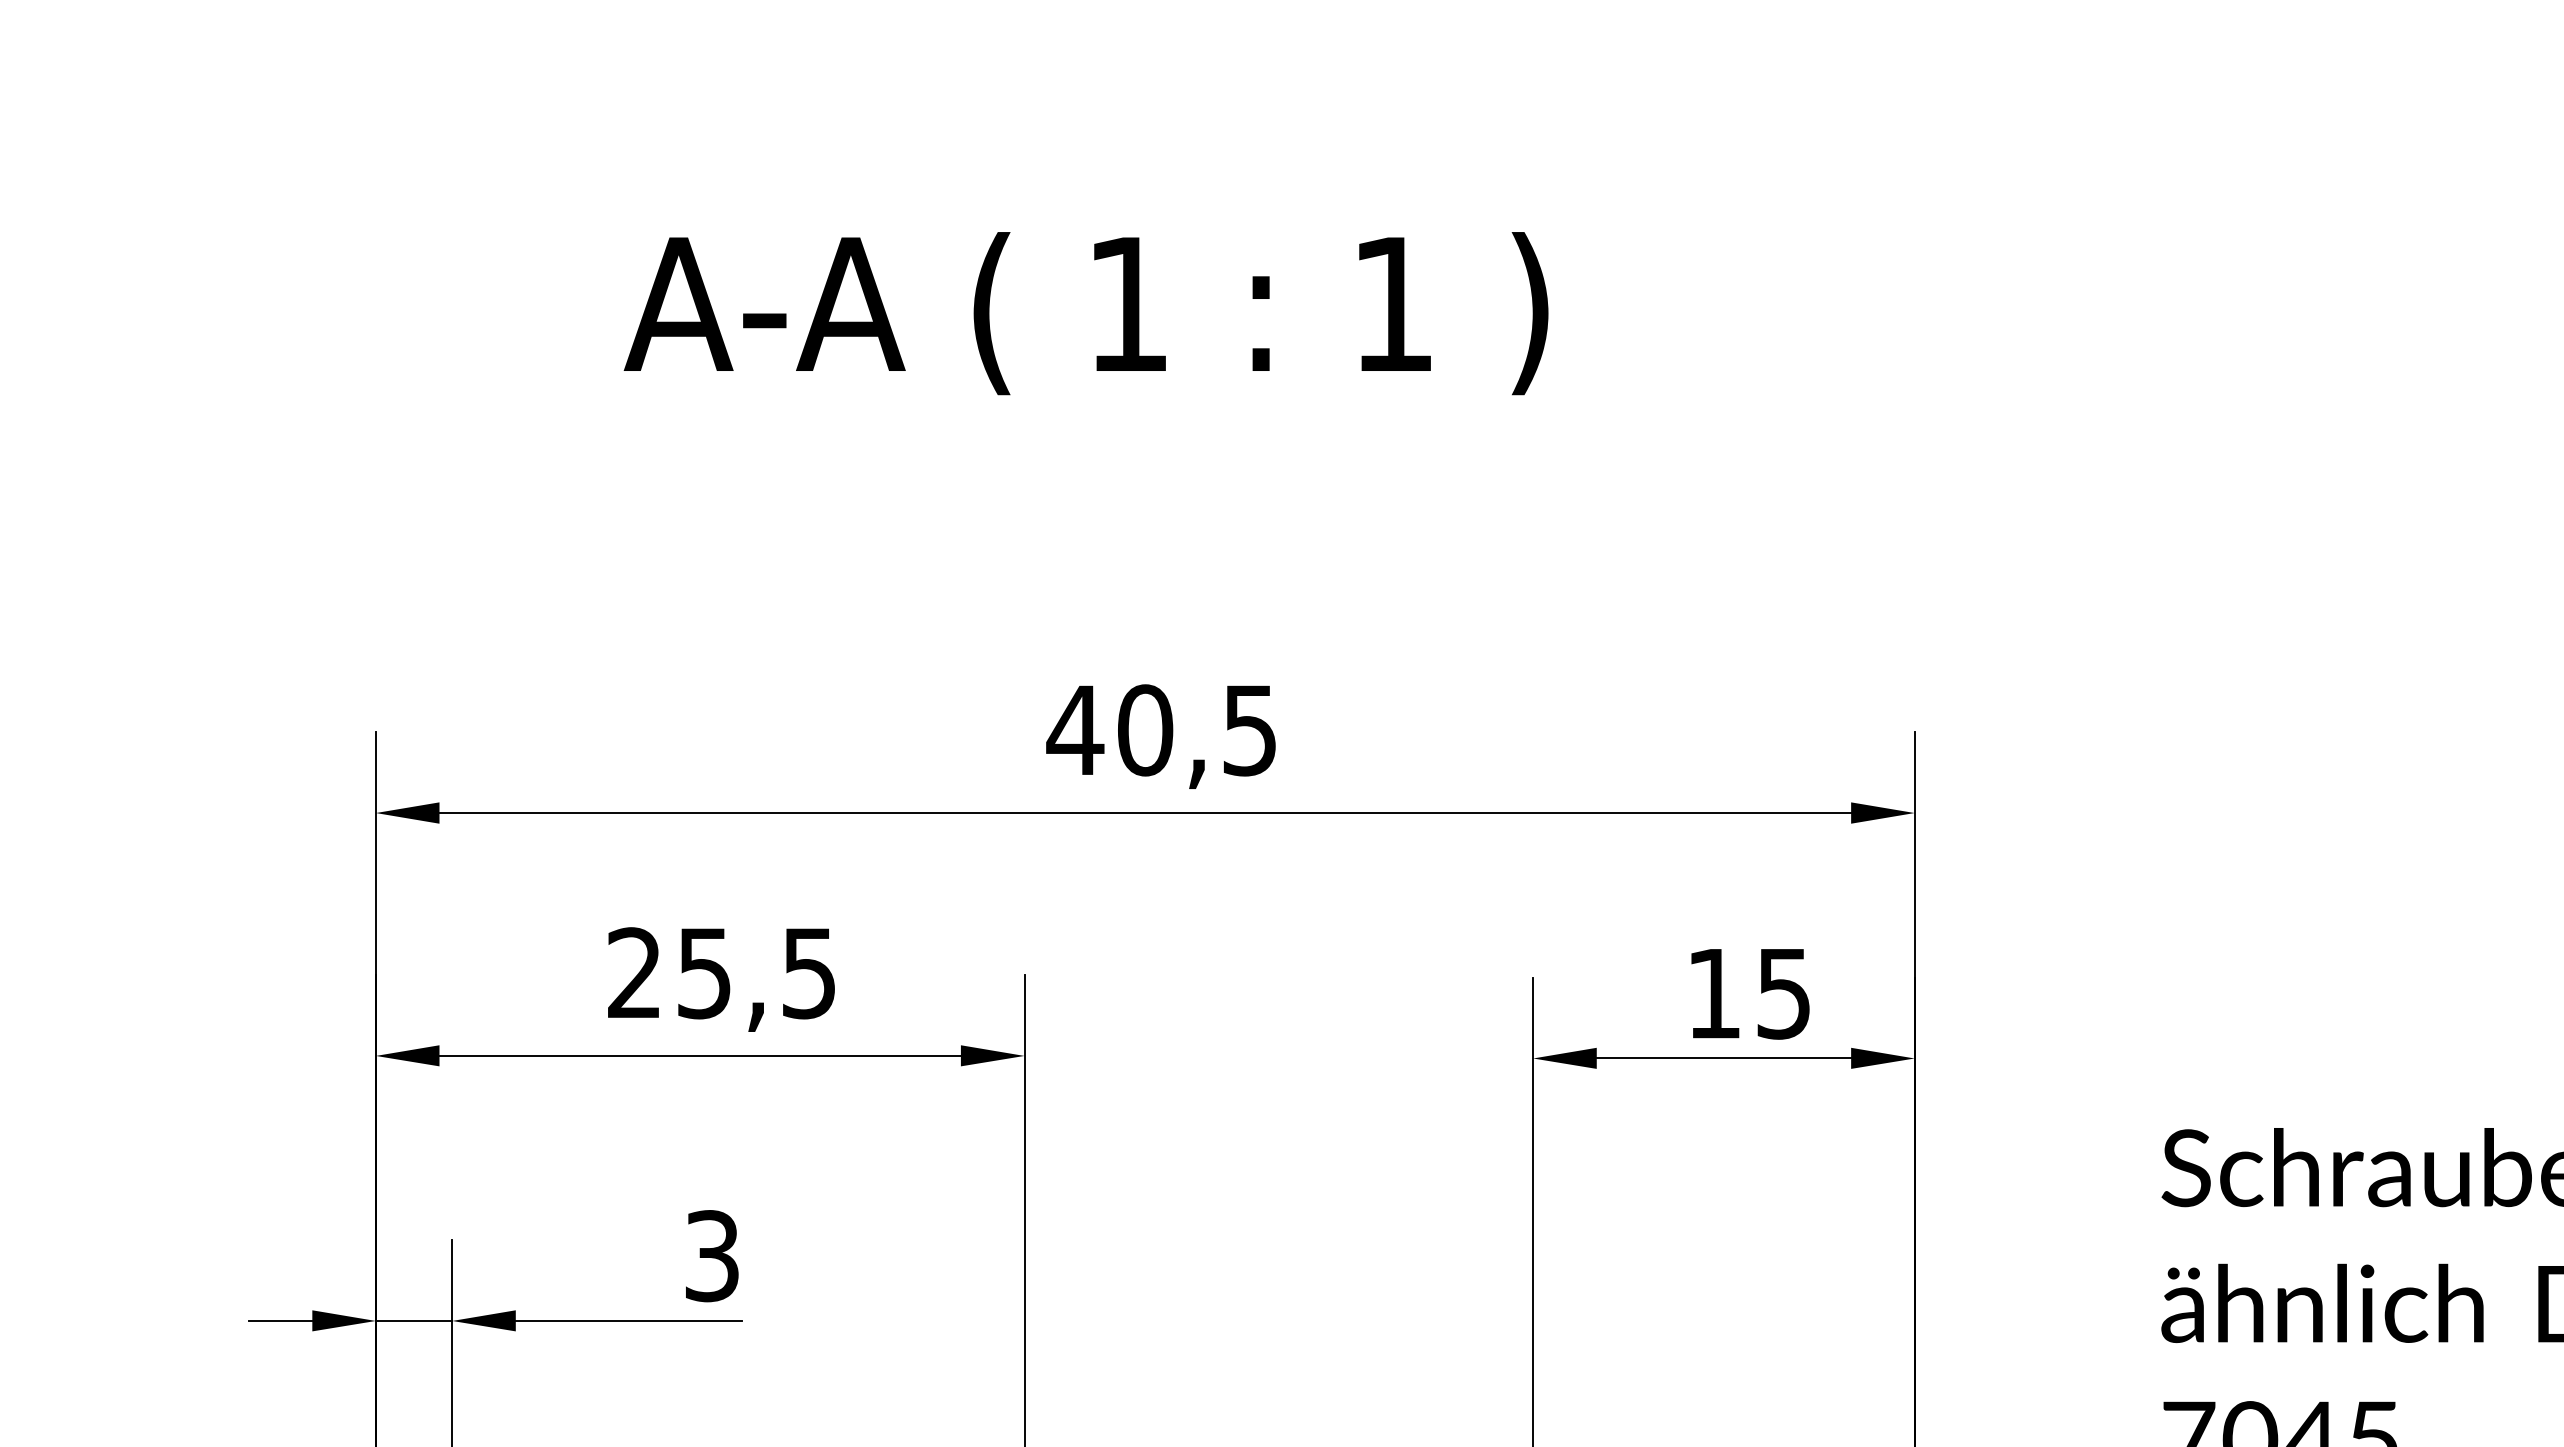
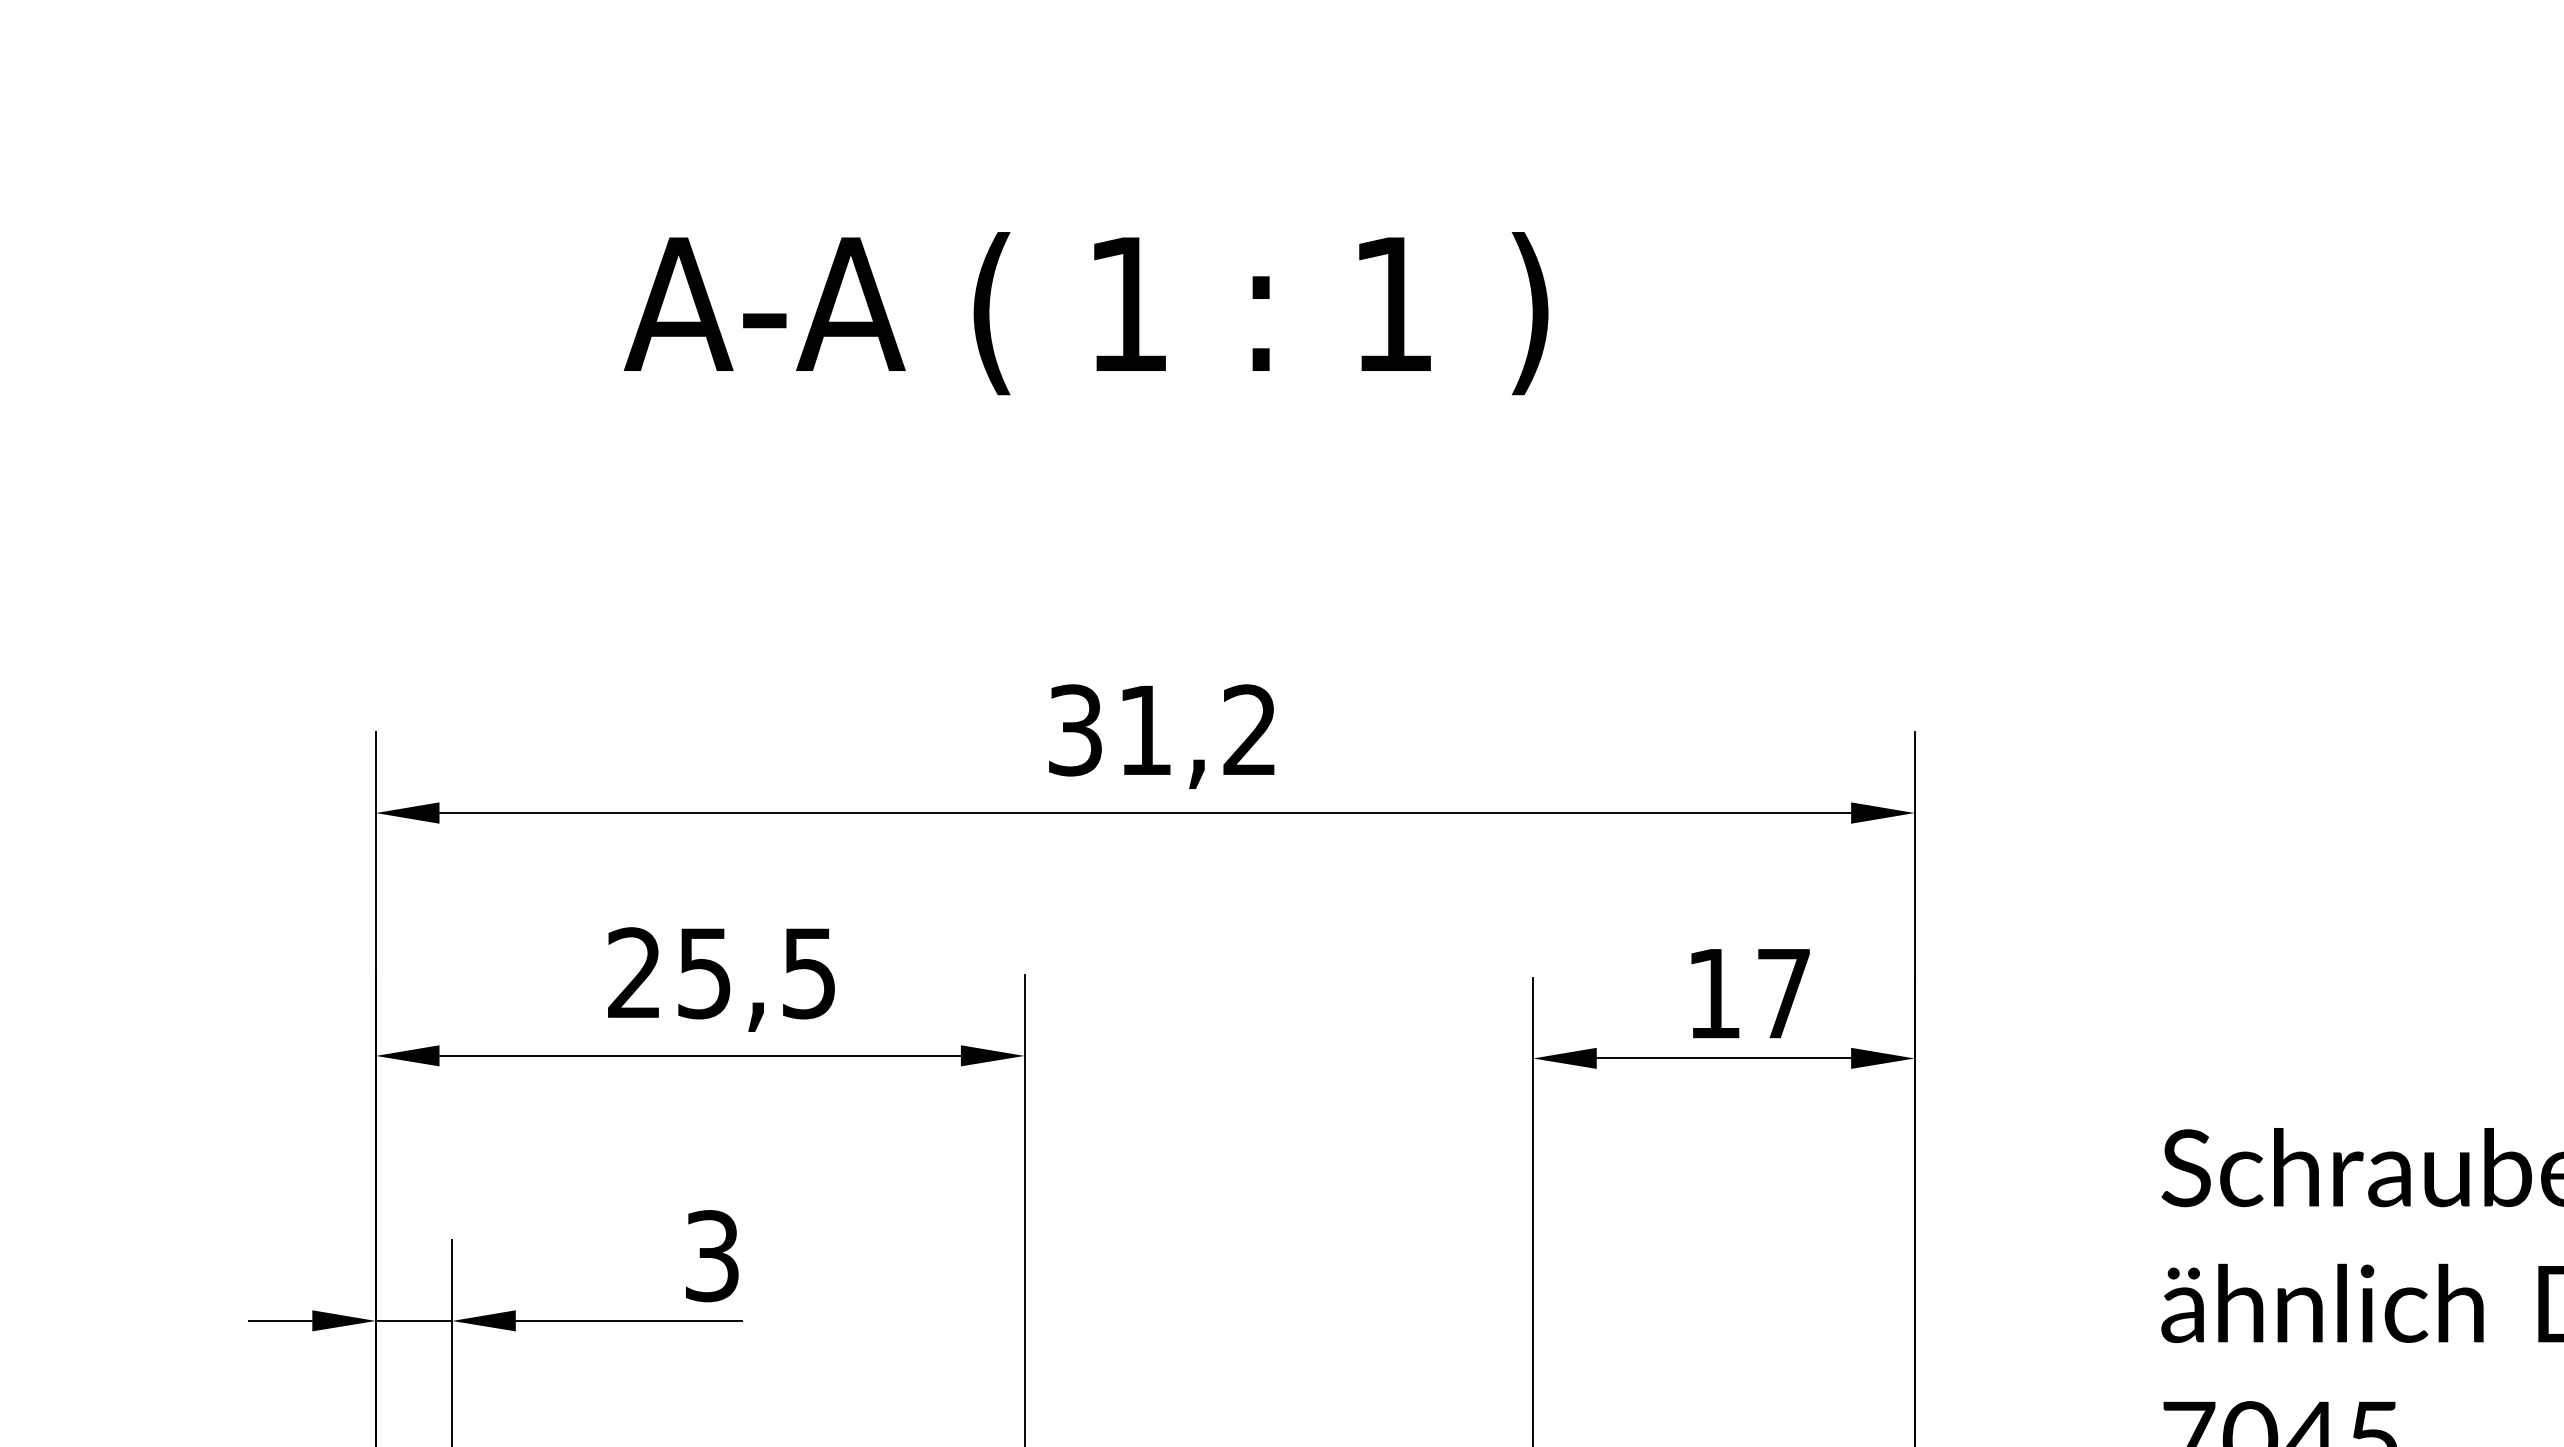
text at (1160, 730): 40,5 -> 31,2
text at (1783, 994): 15 -> 17
